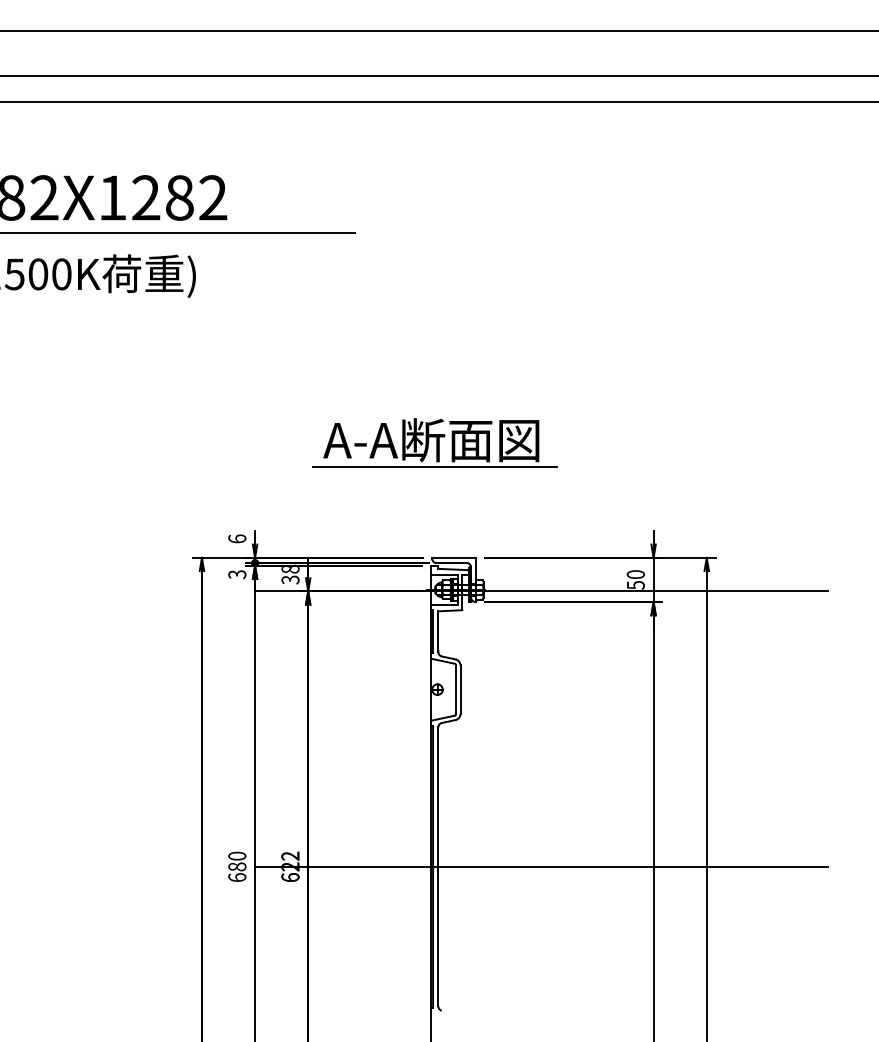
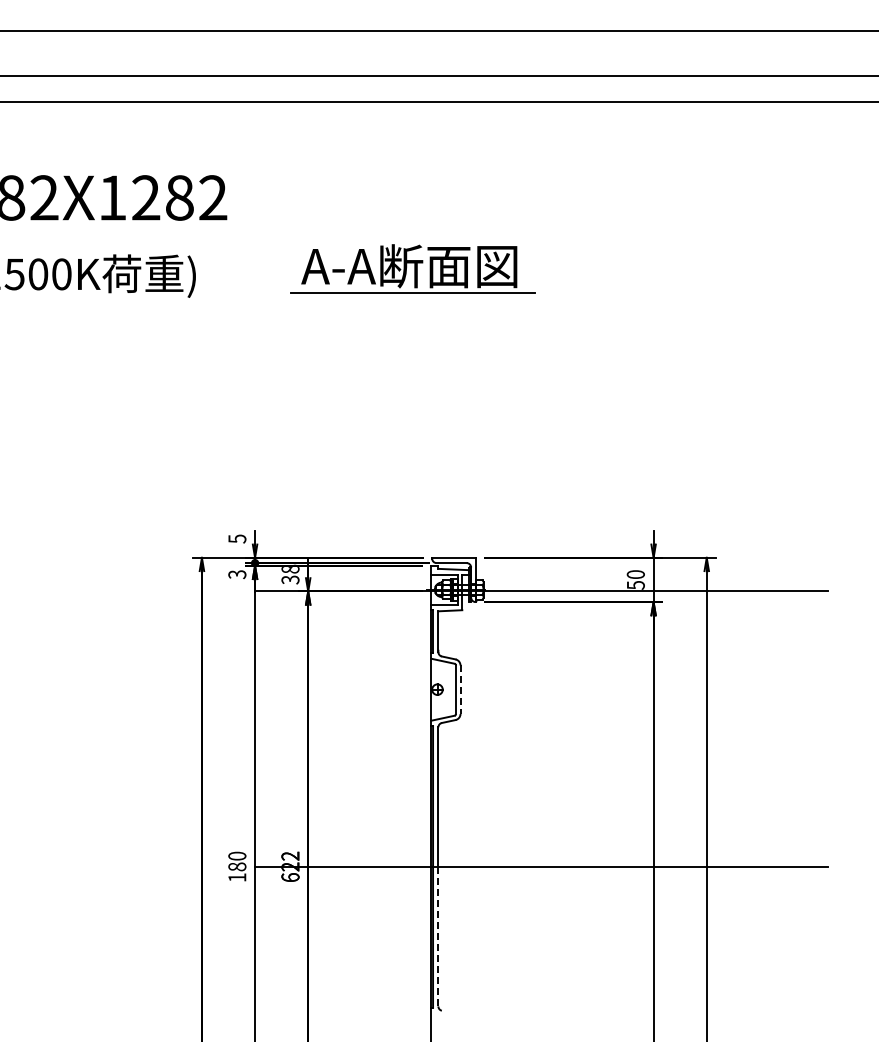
line at (178, 233): present -> none
part at (434, 442) position: (434, 442) -> (412, 268)
text at (237, 538): 6 -> 5
line at (460, 690): solid -> dashed
text at (237, 877): 680 -> 180
line at (438, 936): solid -> dashed
